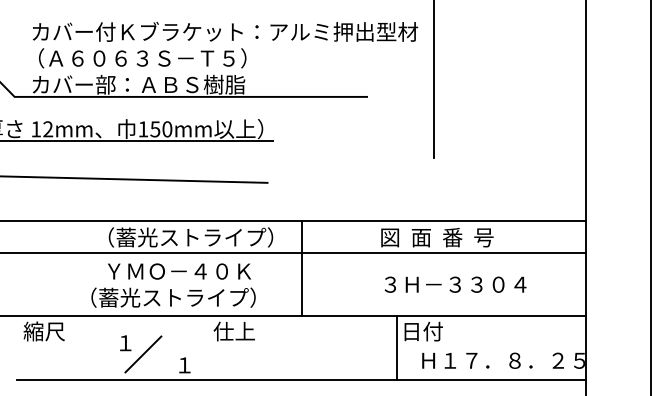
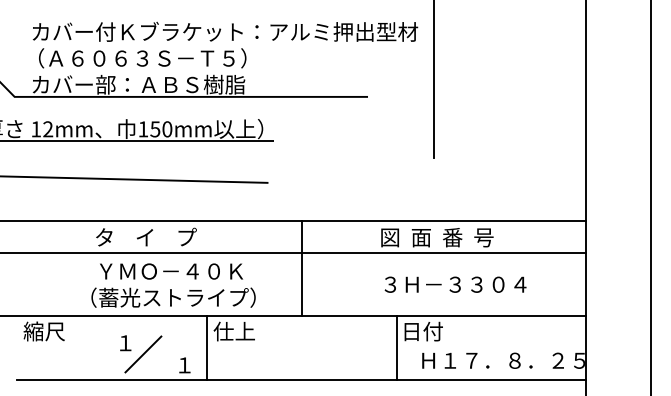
text at (184, 237): （蓄光ストライプ） -> タ    イ    プ
text at (179, 271) position: (179, 271) -> (171, 271)
line at (206, 347): none -> present
